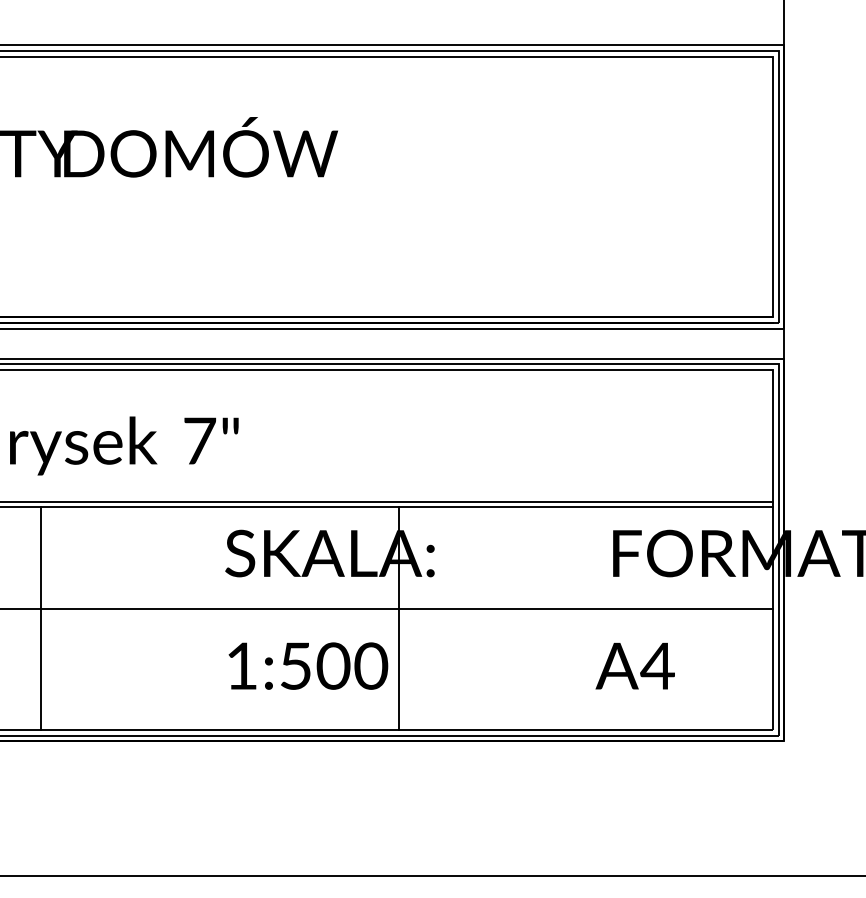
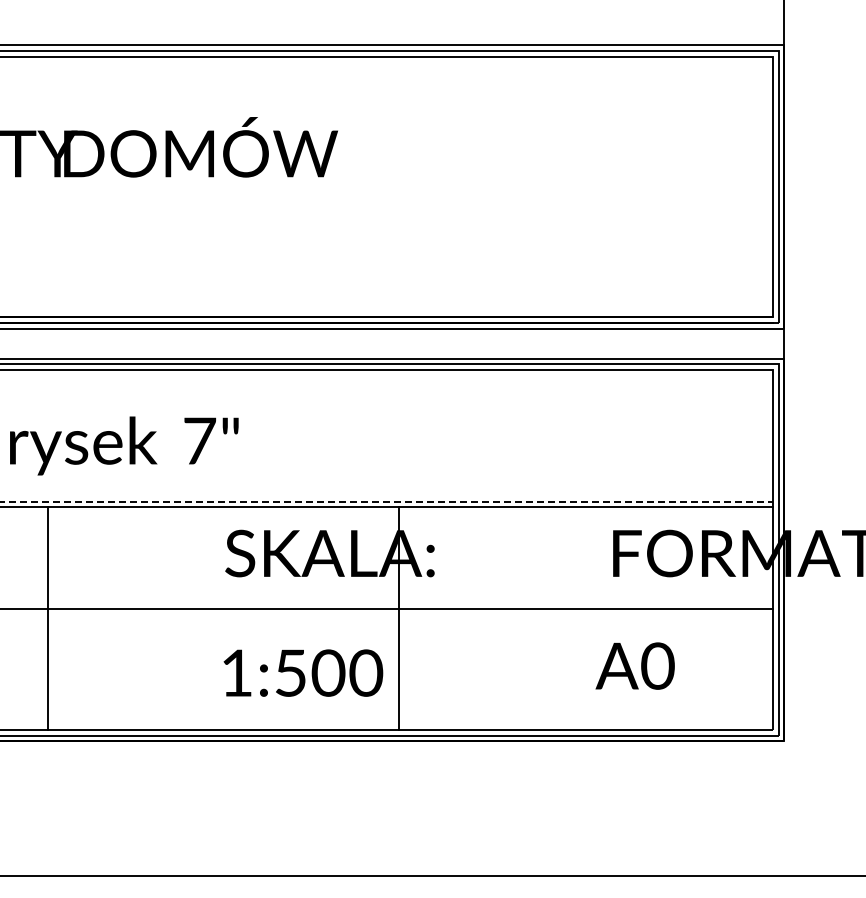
line at (386, 501): solid -> dashed
line at (41, 618) position: (41, 618) -> (48, 618)
text at (308, 665) position: (308, 665) -> (303, 672)
text at (657, 665): A4 -> A0
